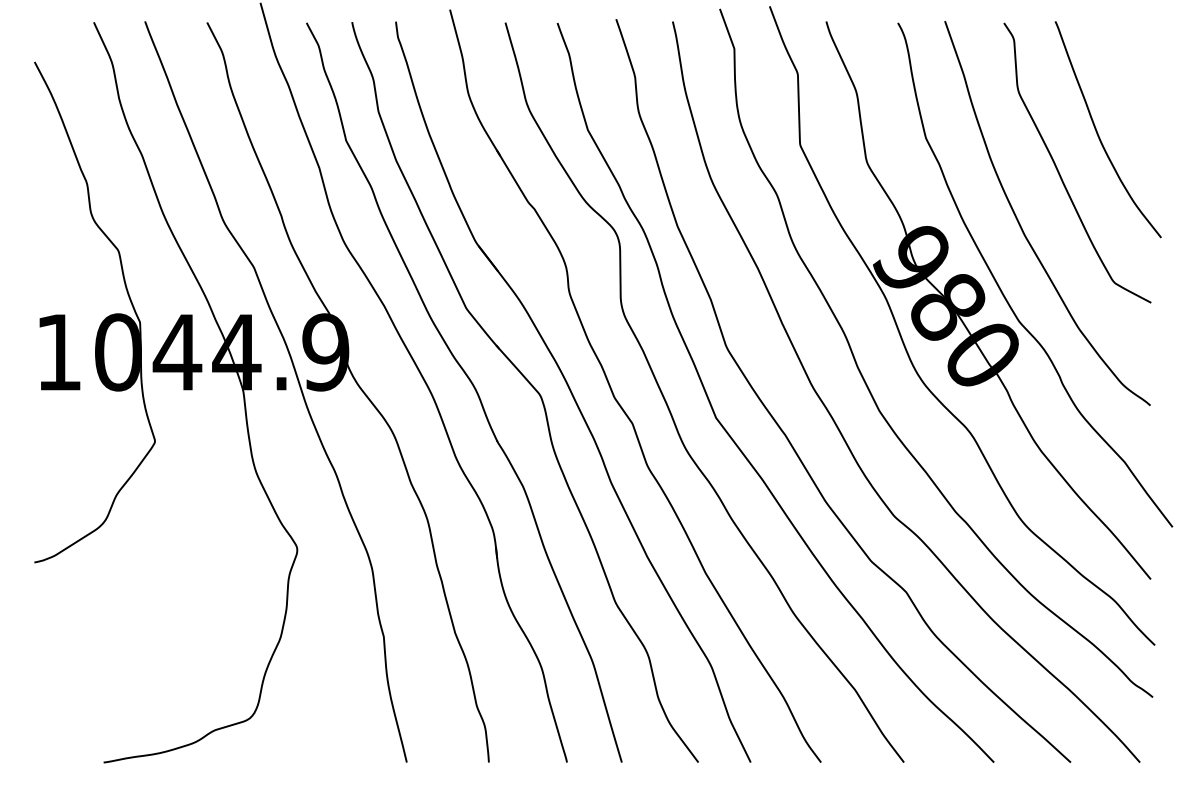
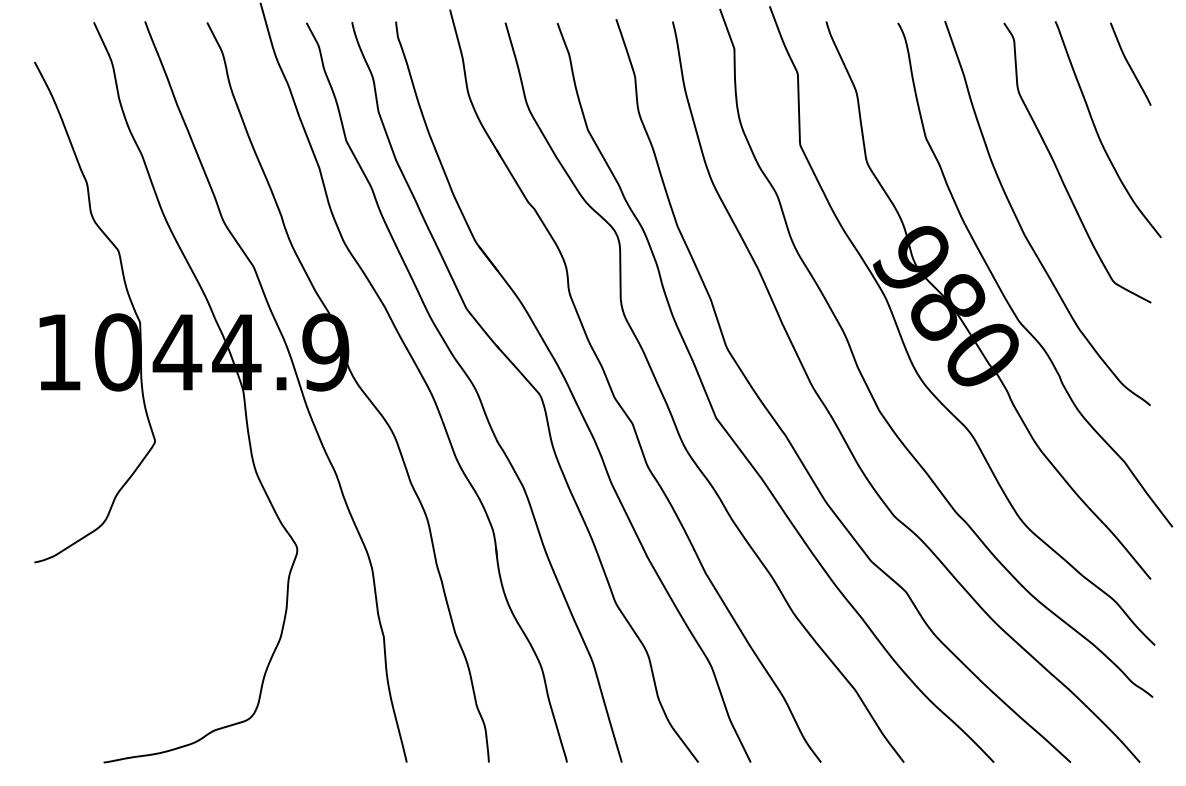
curve at (1129, 63): none -> present
